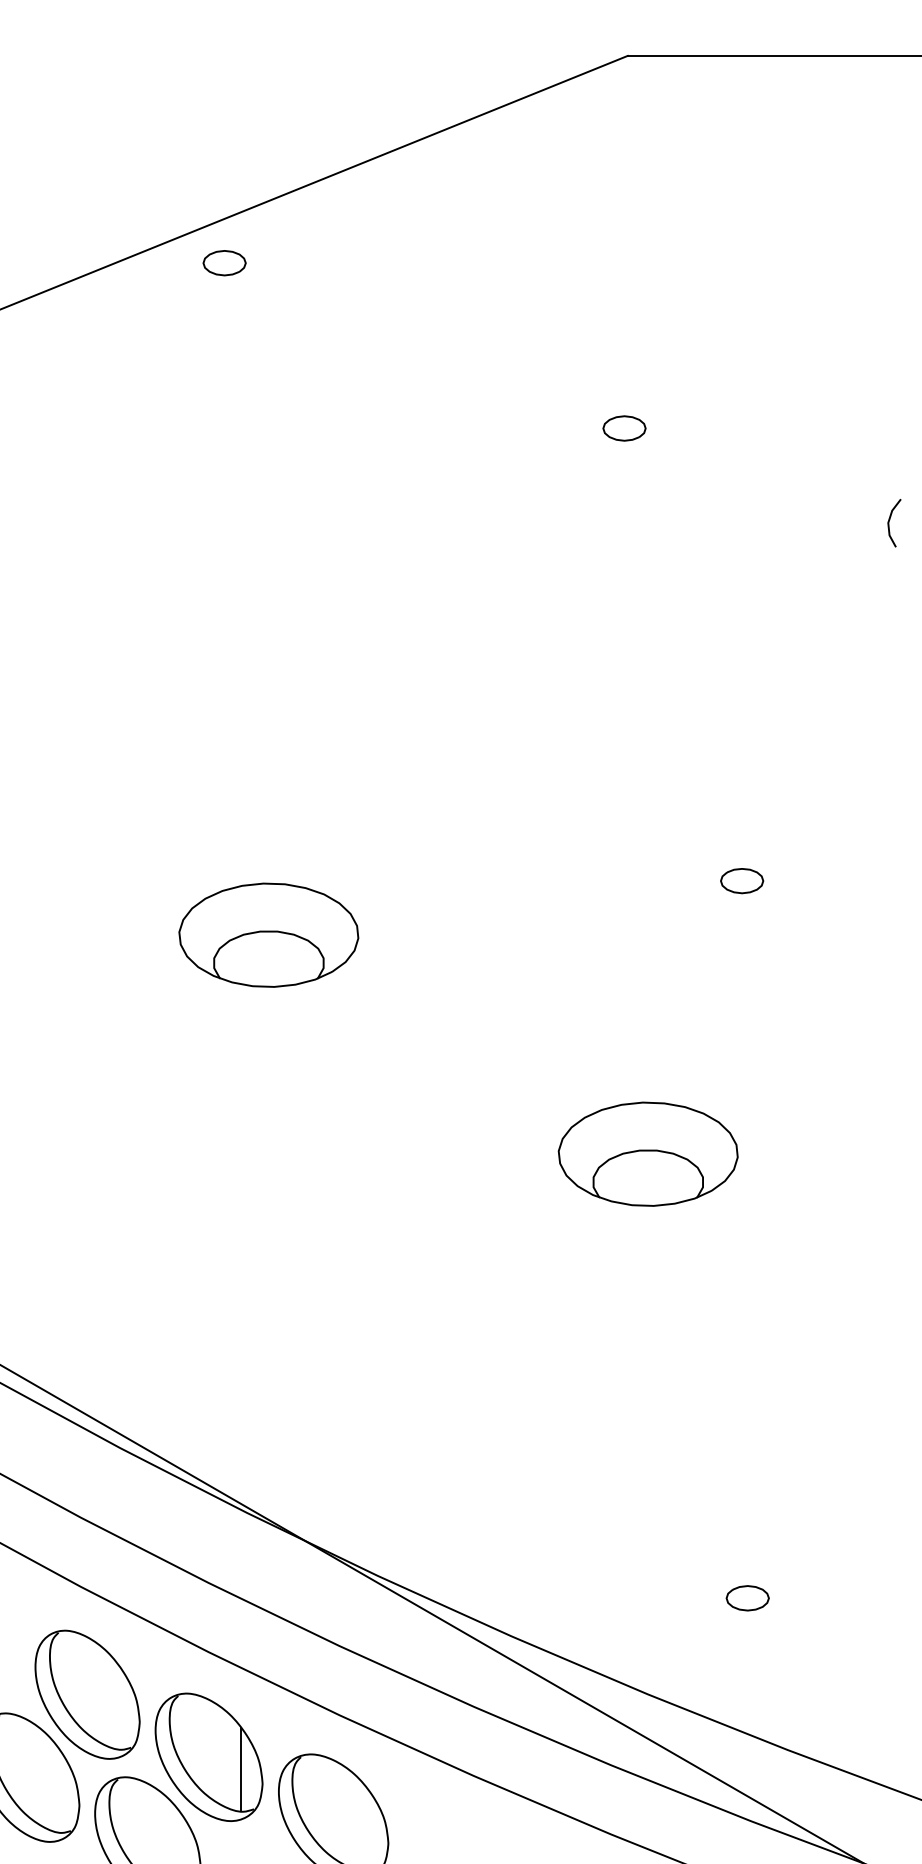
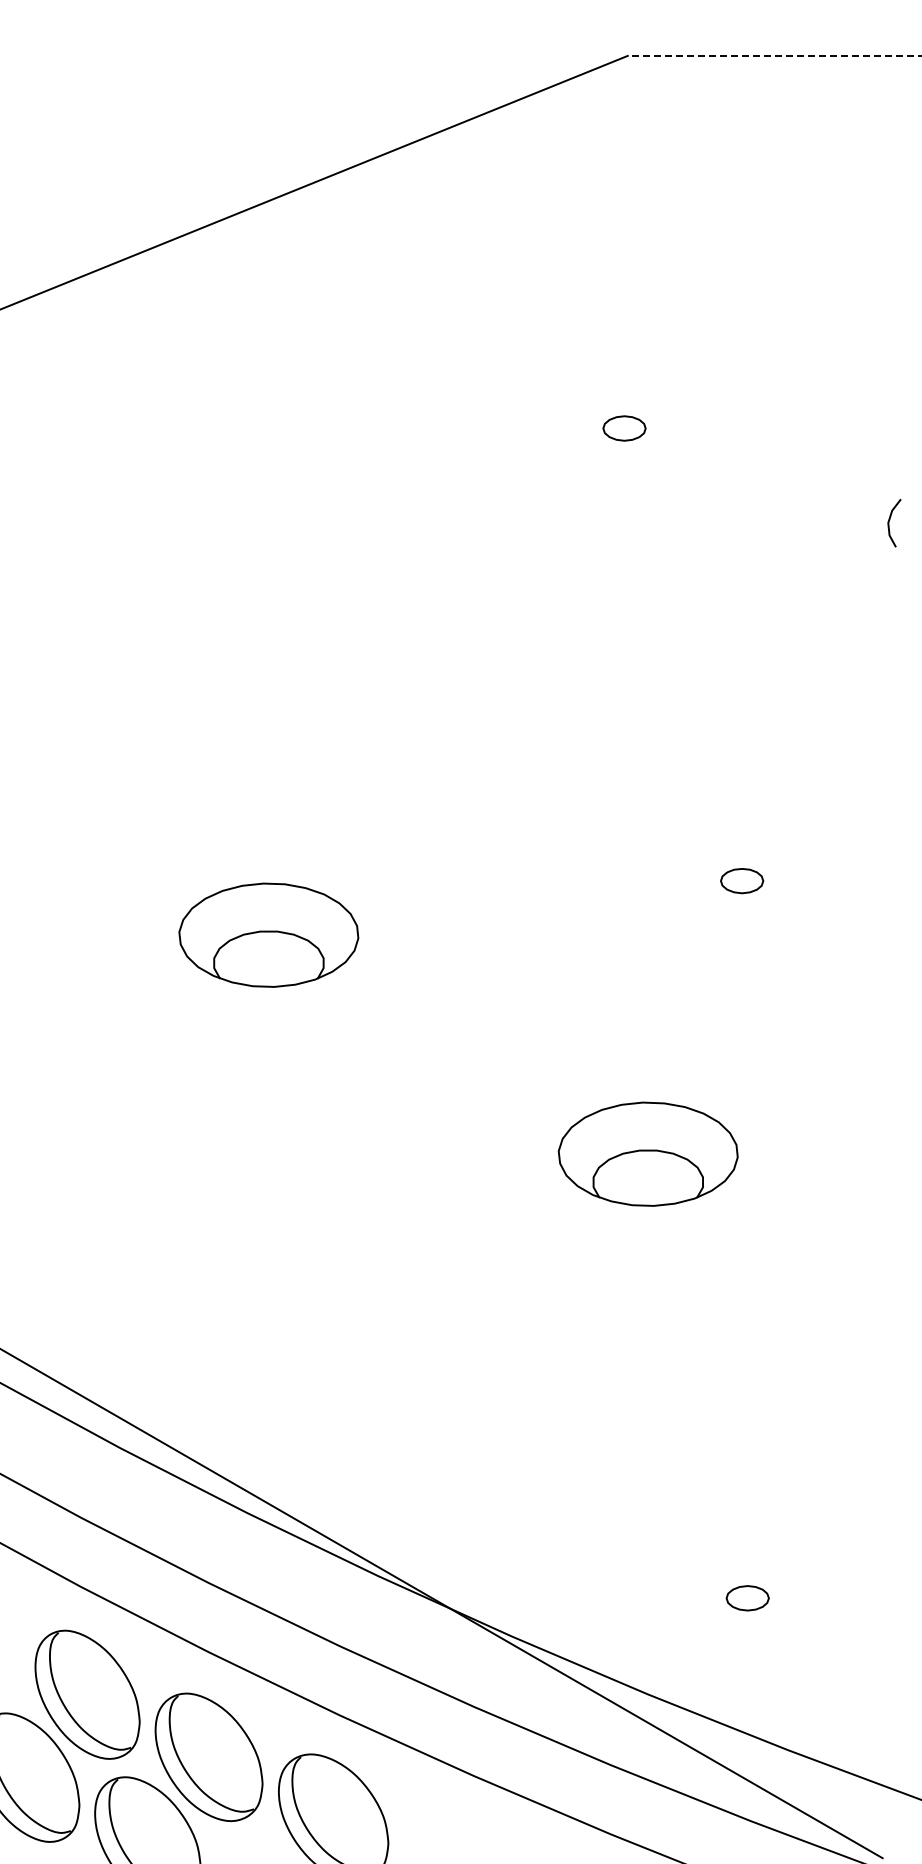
line at (774, 55): solid -> dashed
part at (224, 263): present -> none
line at (430, 1613) position: (430, 1613) -> (442, 1604)
line at (241, 1769): present -> none
